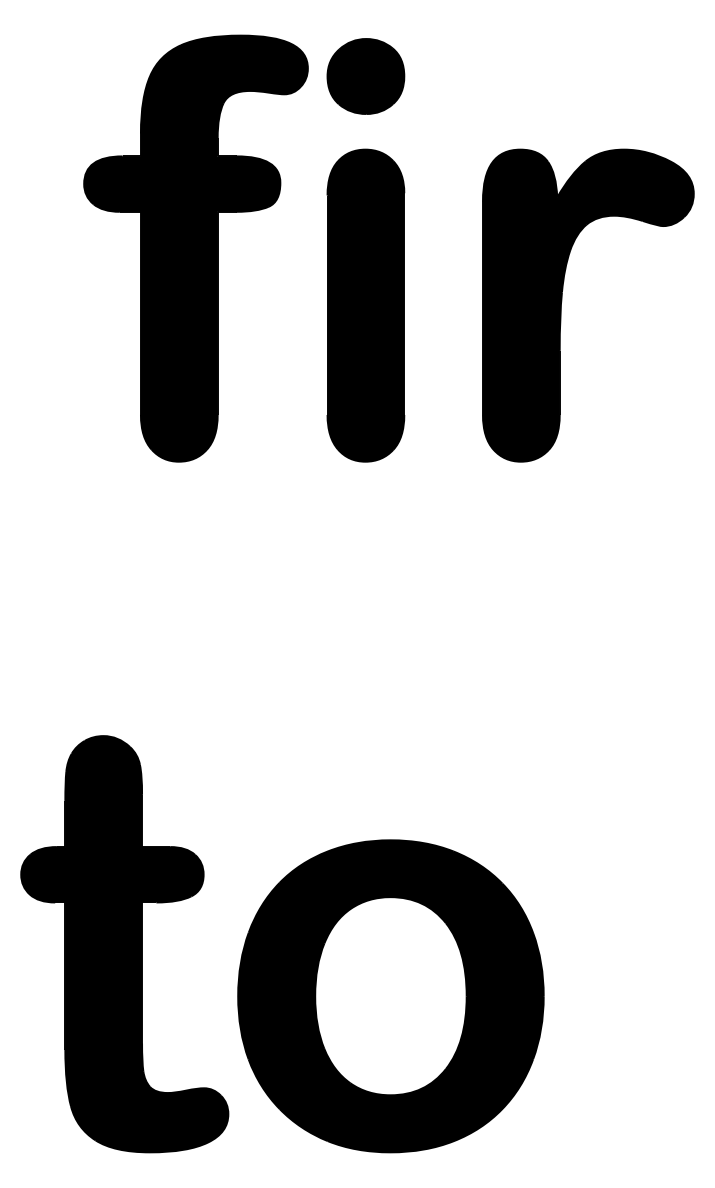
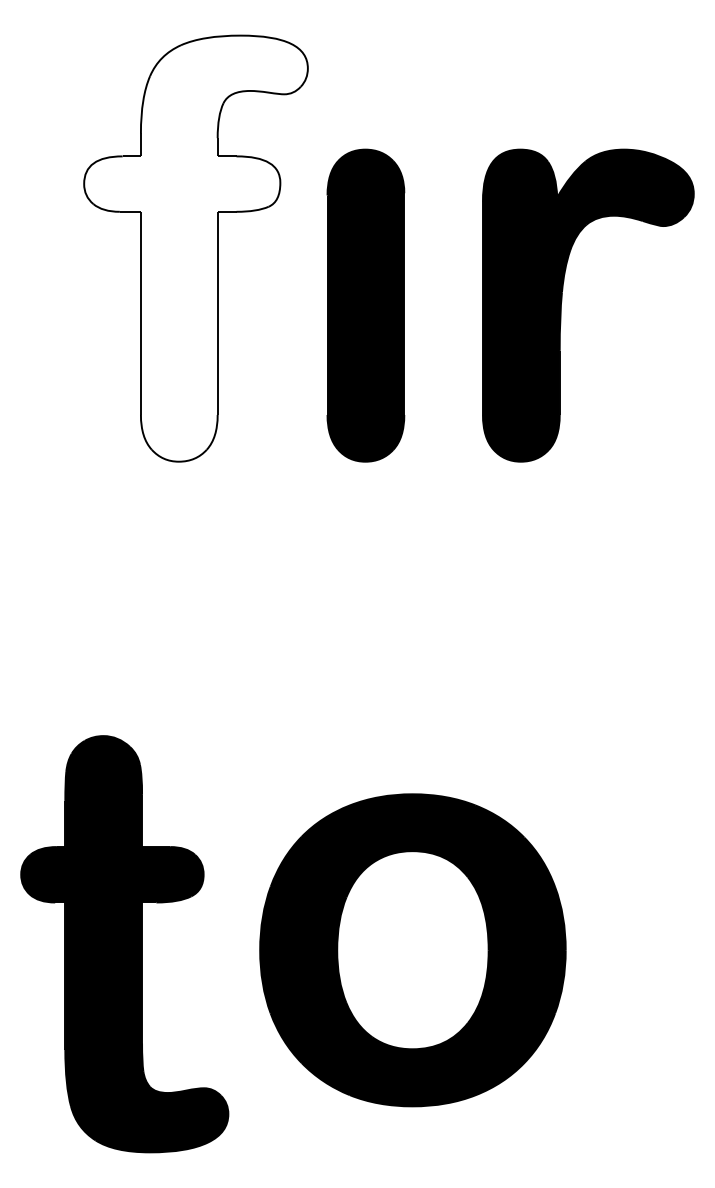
part at (365, 76): present -> none
fill at (195, 248): present -> none
part at (390, 996) position: (390, 996) -> (412, 950)
